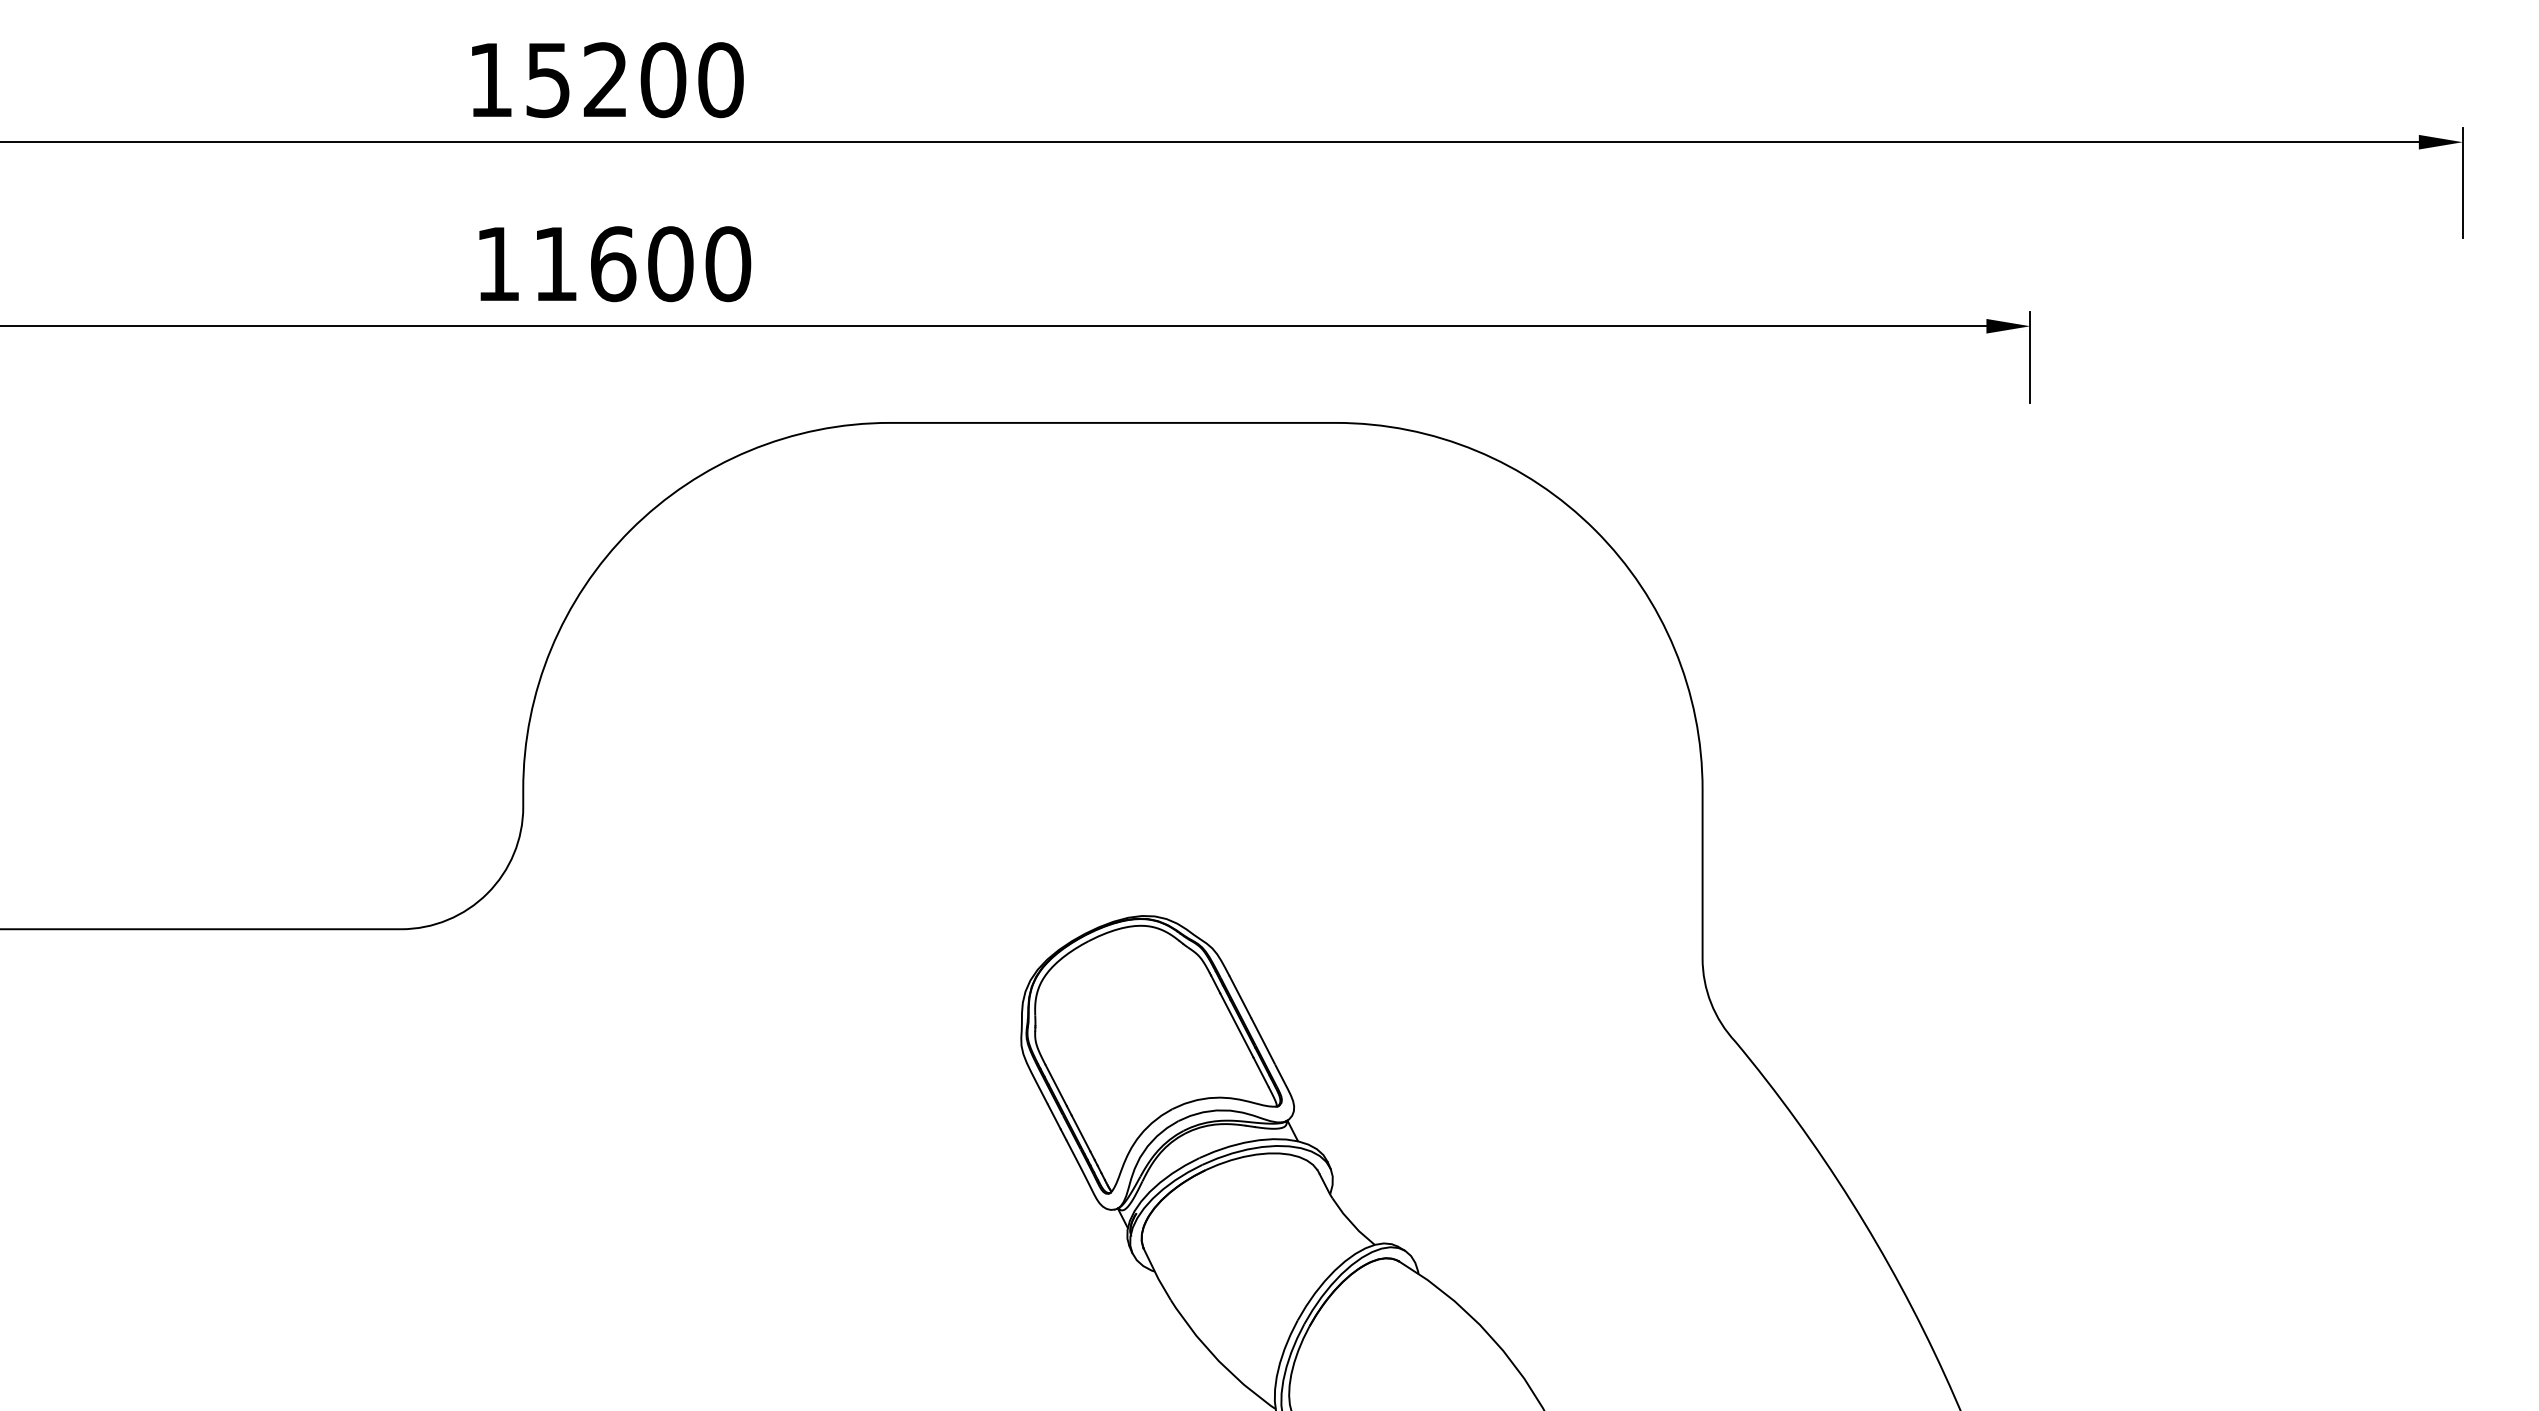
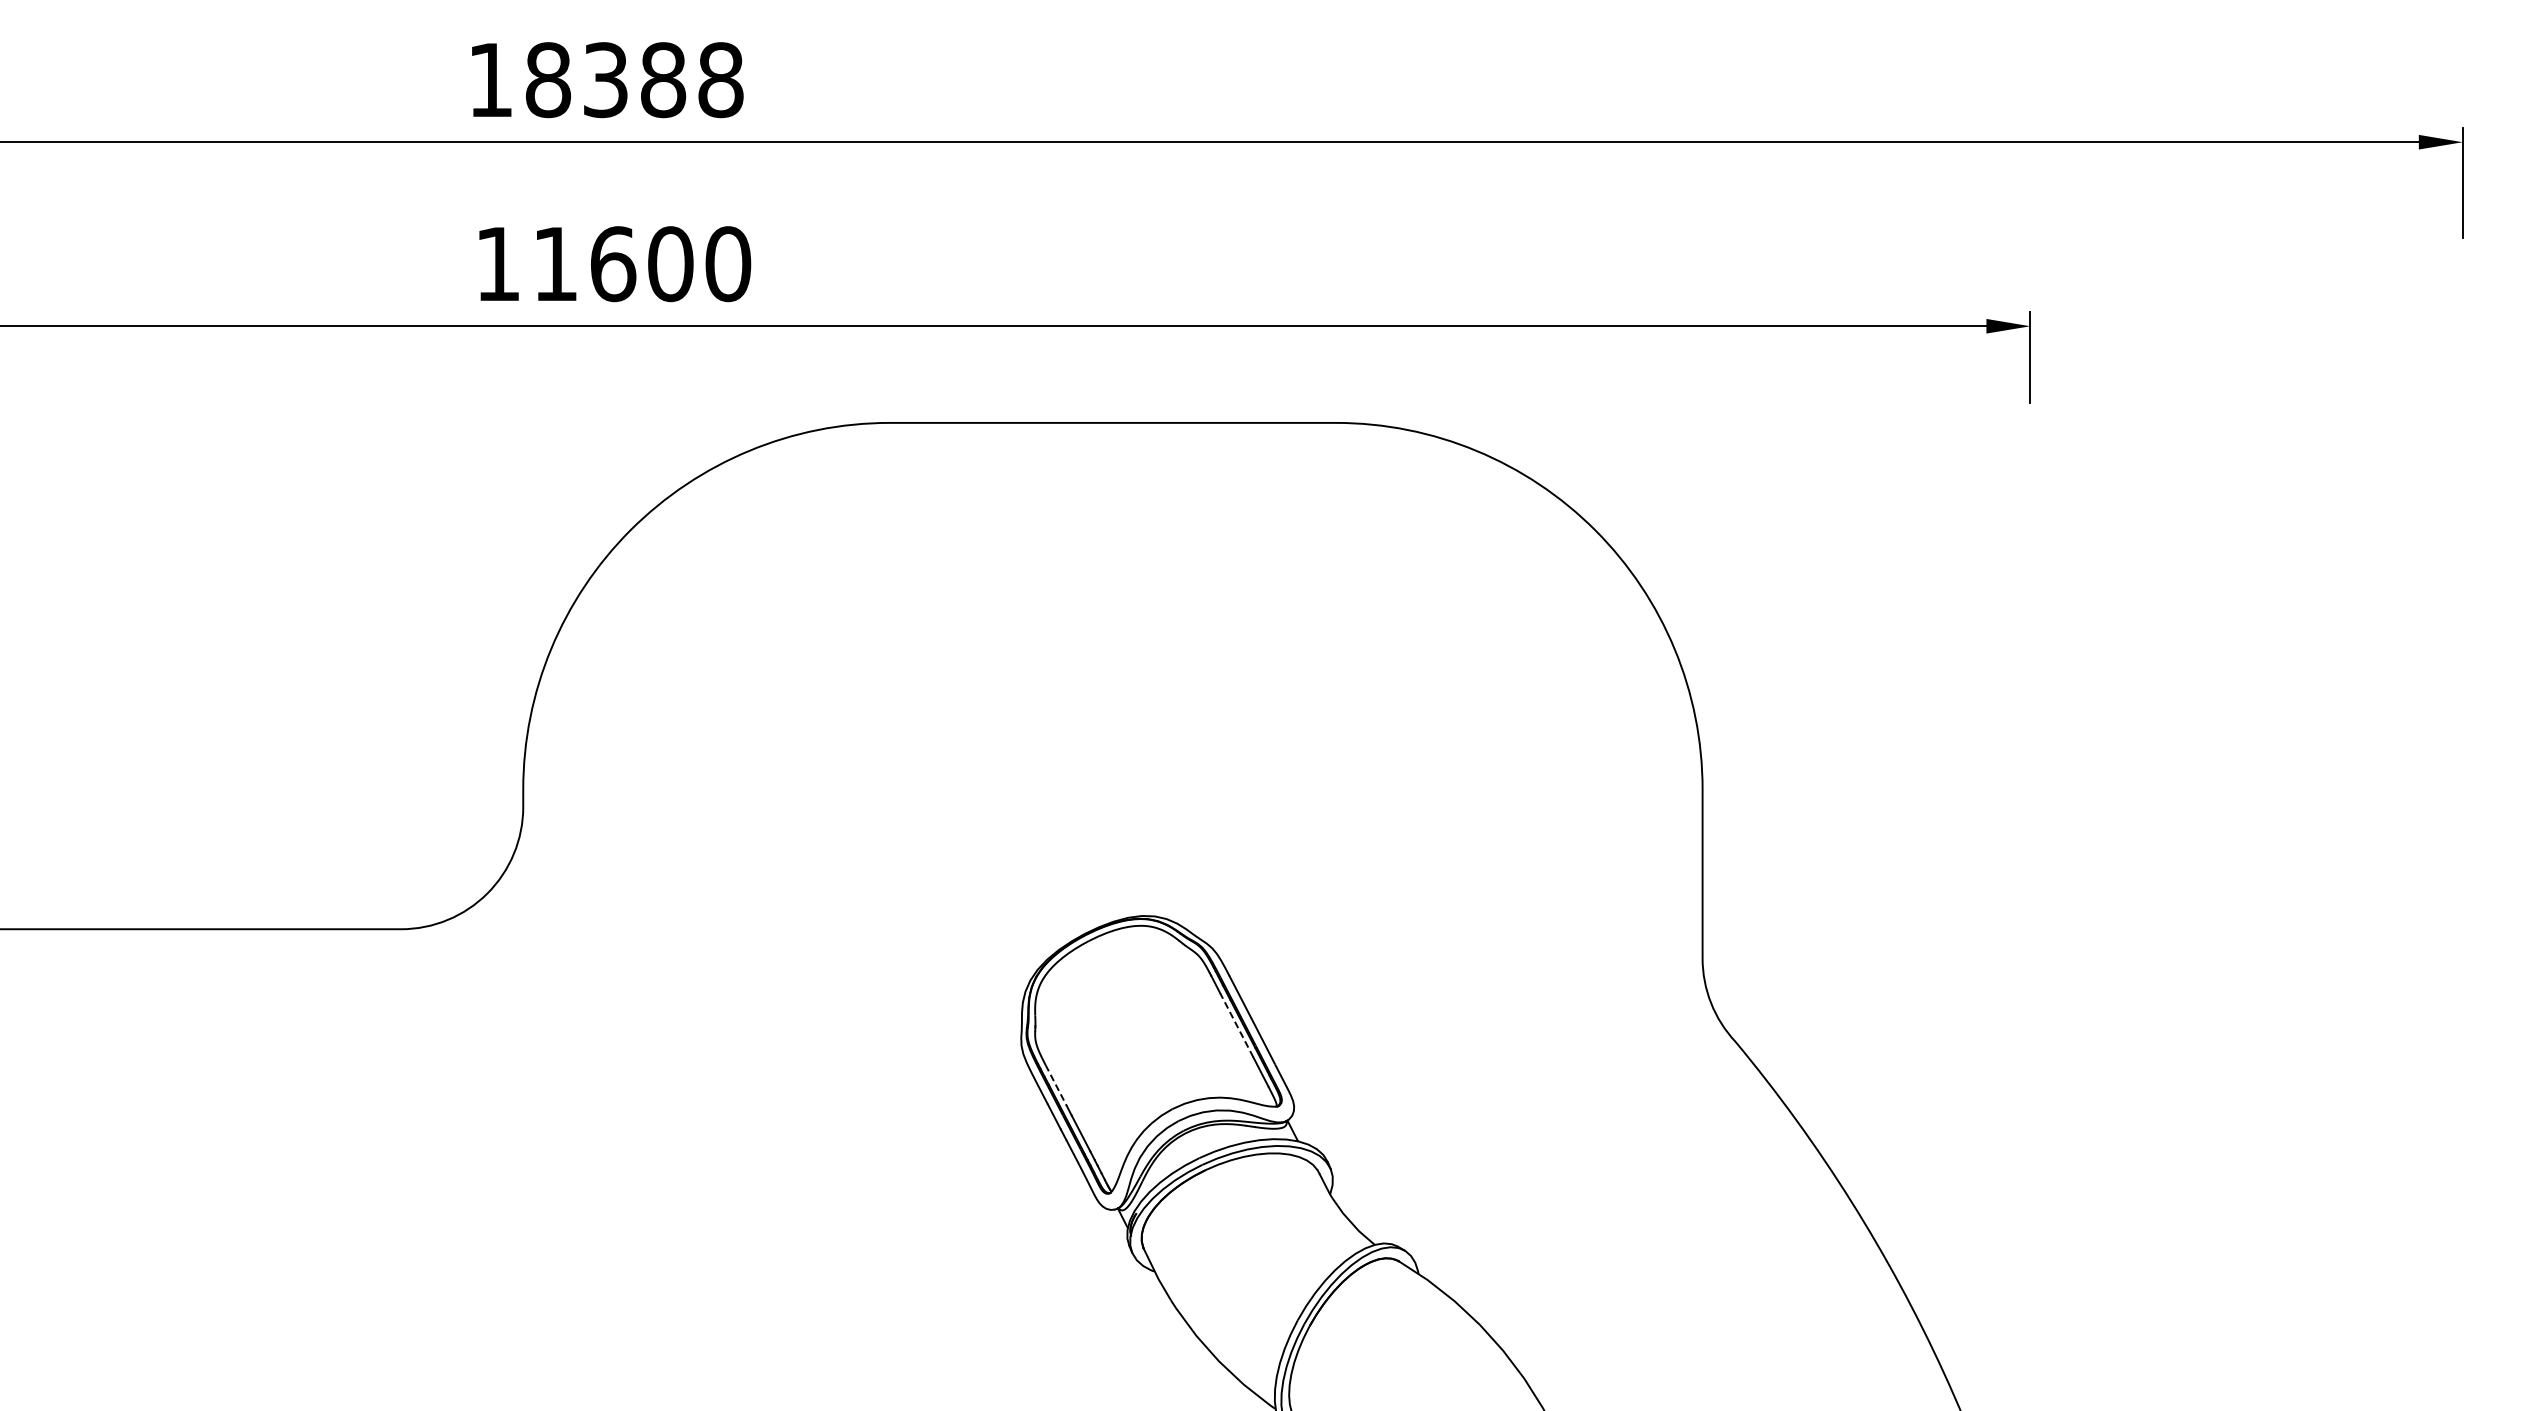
text at (634, 80): 15200 -> 18388
line at (1236, 1024): solid -> dashed
line at (1056, 1086): solid -> dashed
